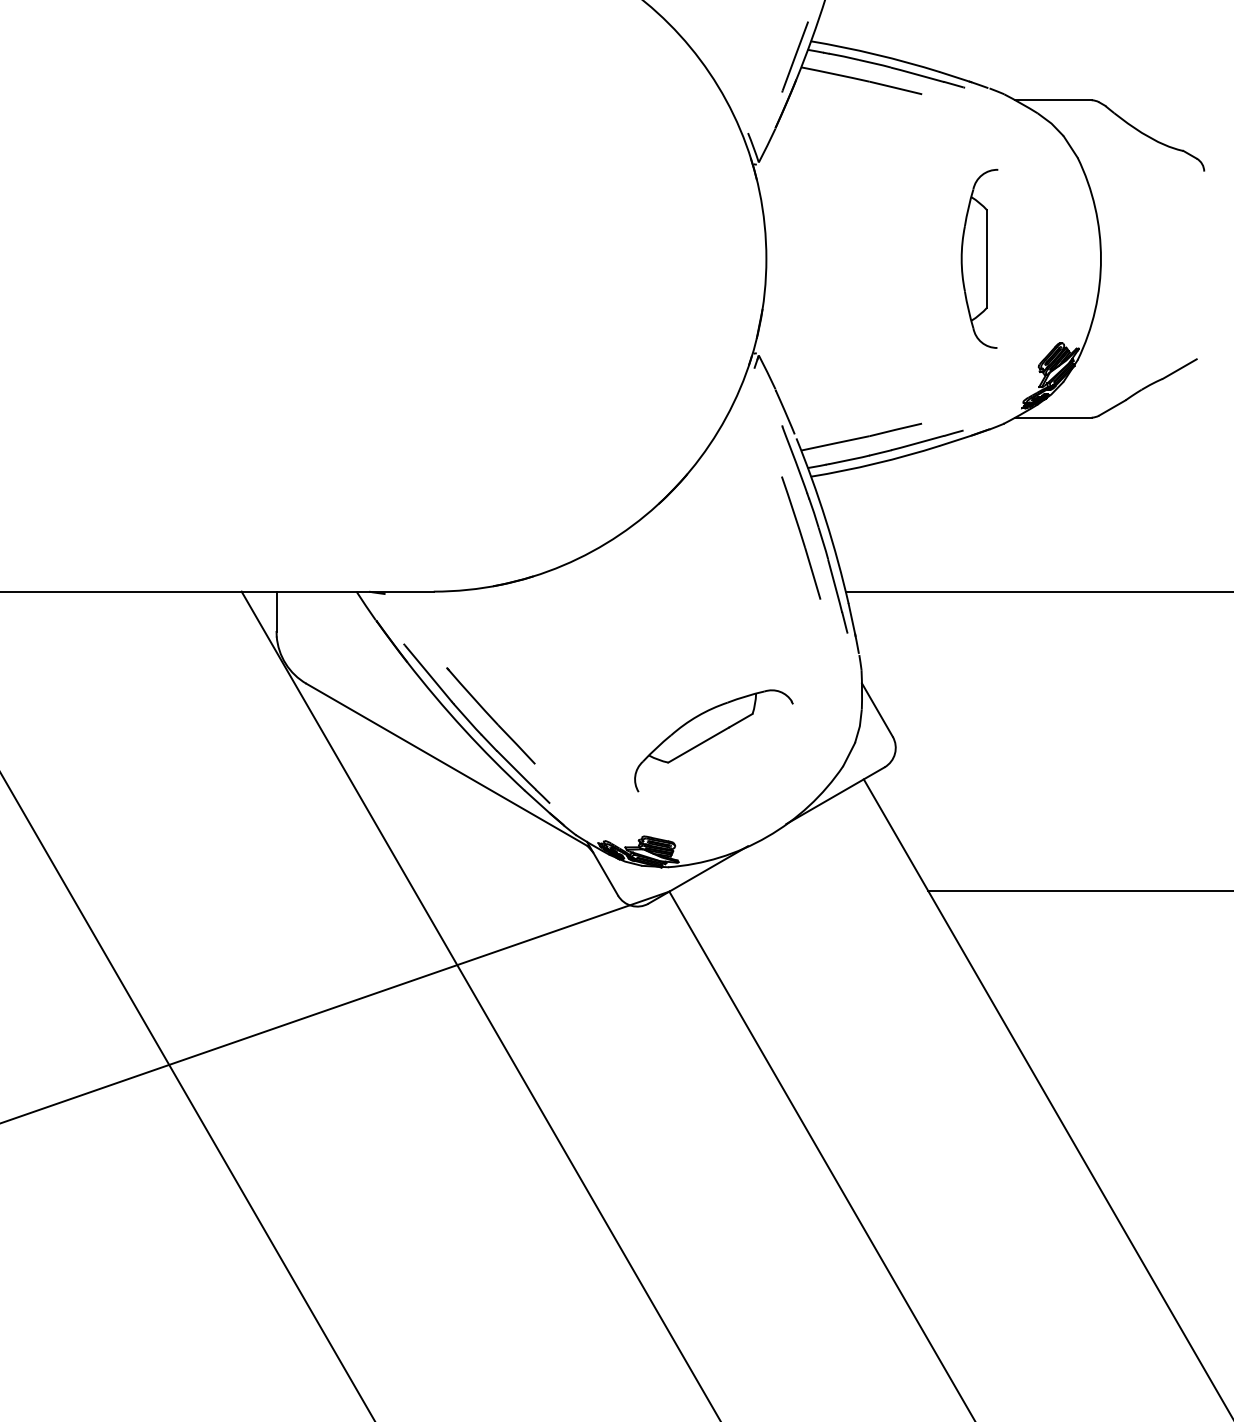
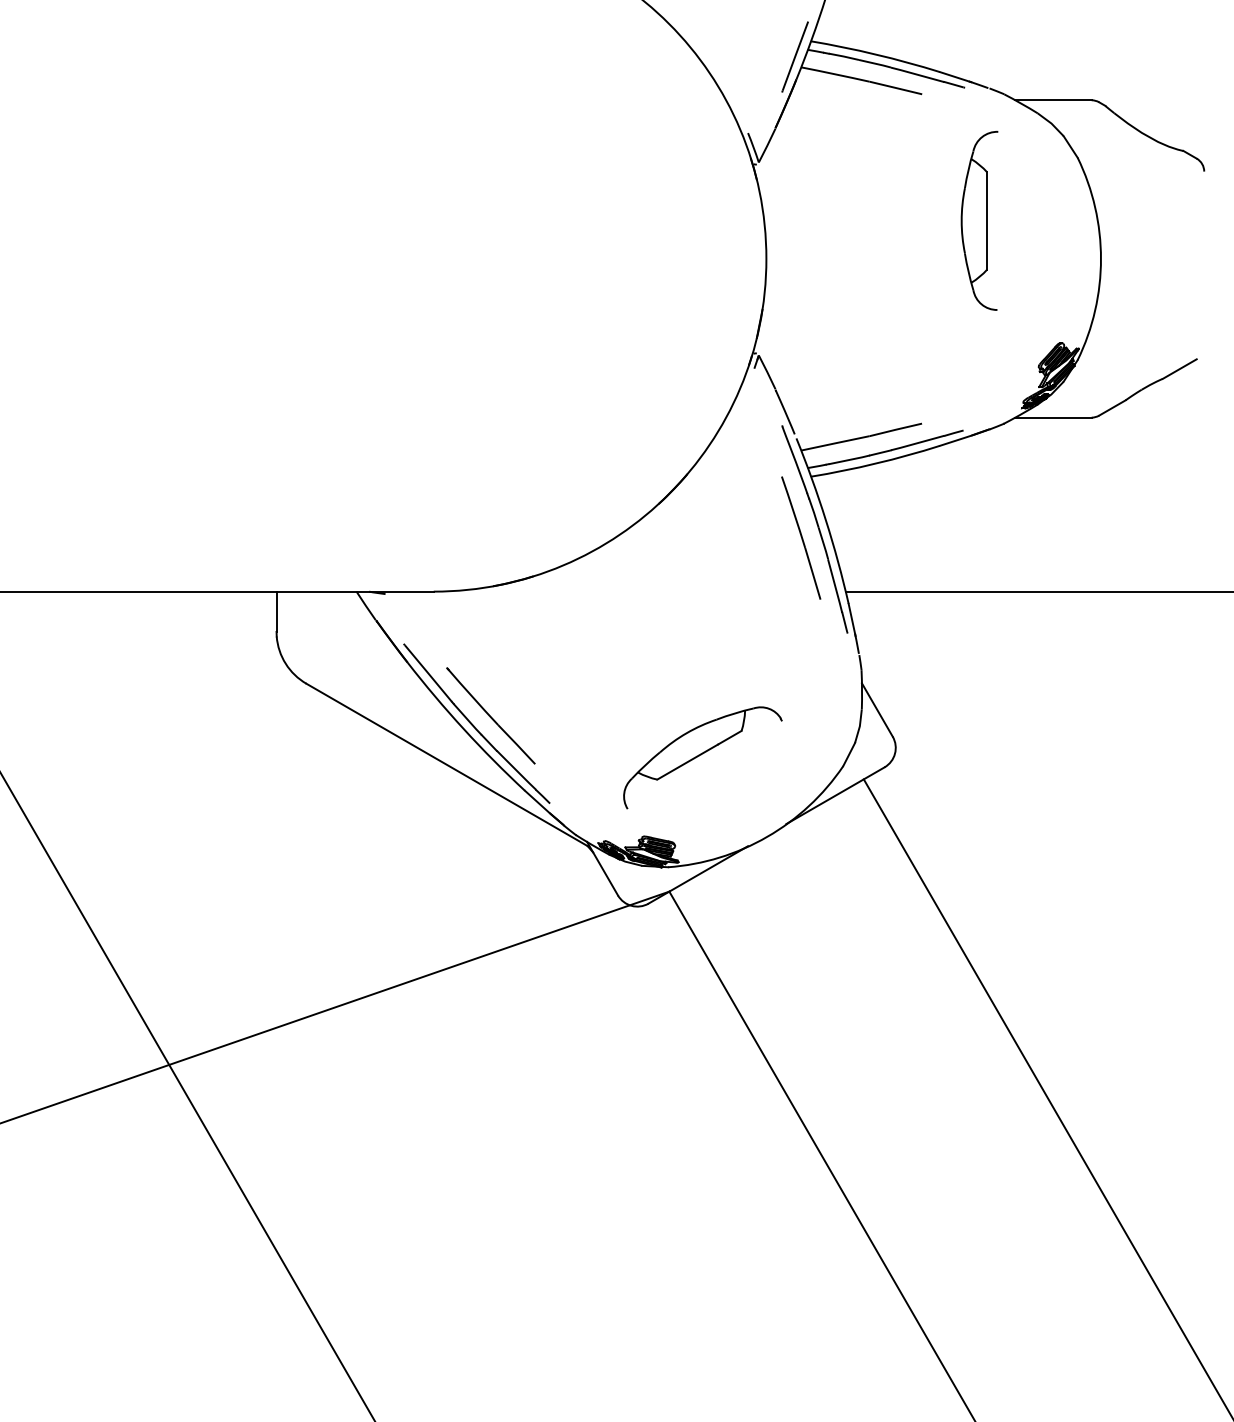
part at (979, 258) position: (979, 258) -> (979, 220)
part at (713, 740) position: (713, 740) -> (702, 757)
line at (1079, 891): present -> none
line at (480, 1004): present -> none
